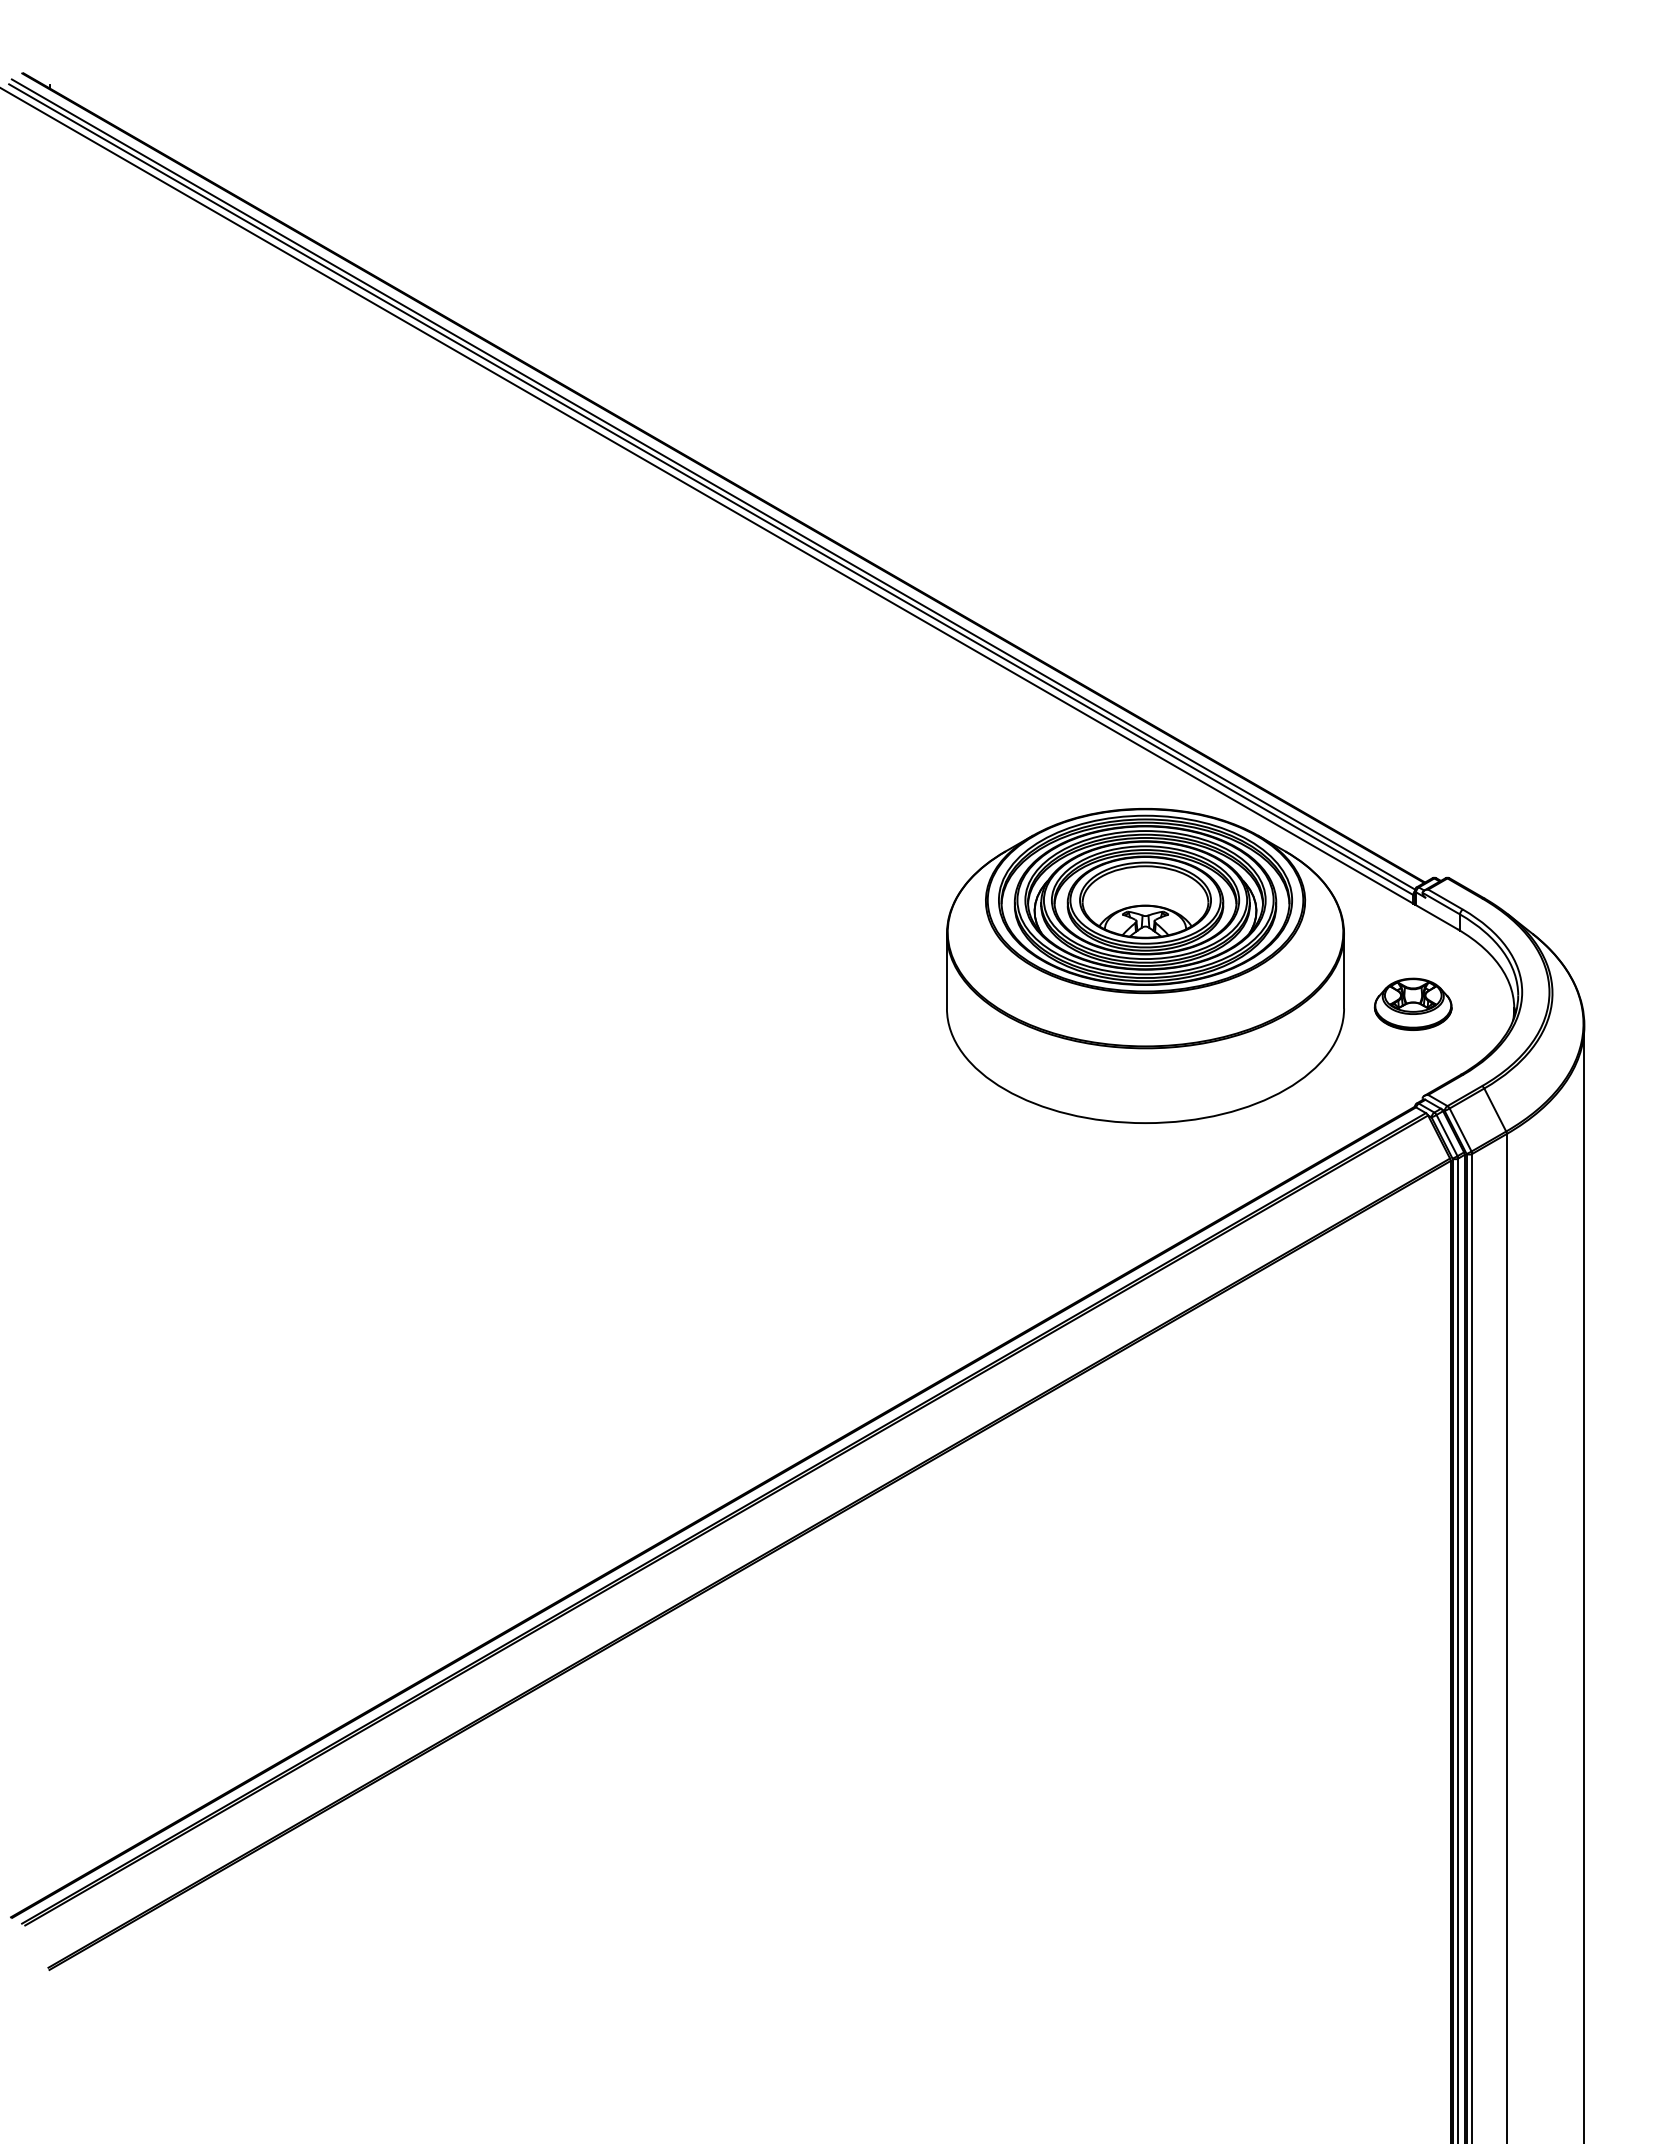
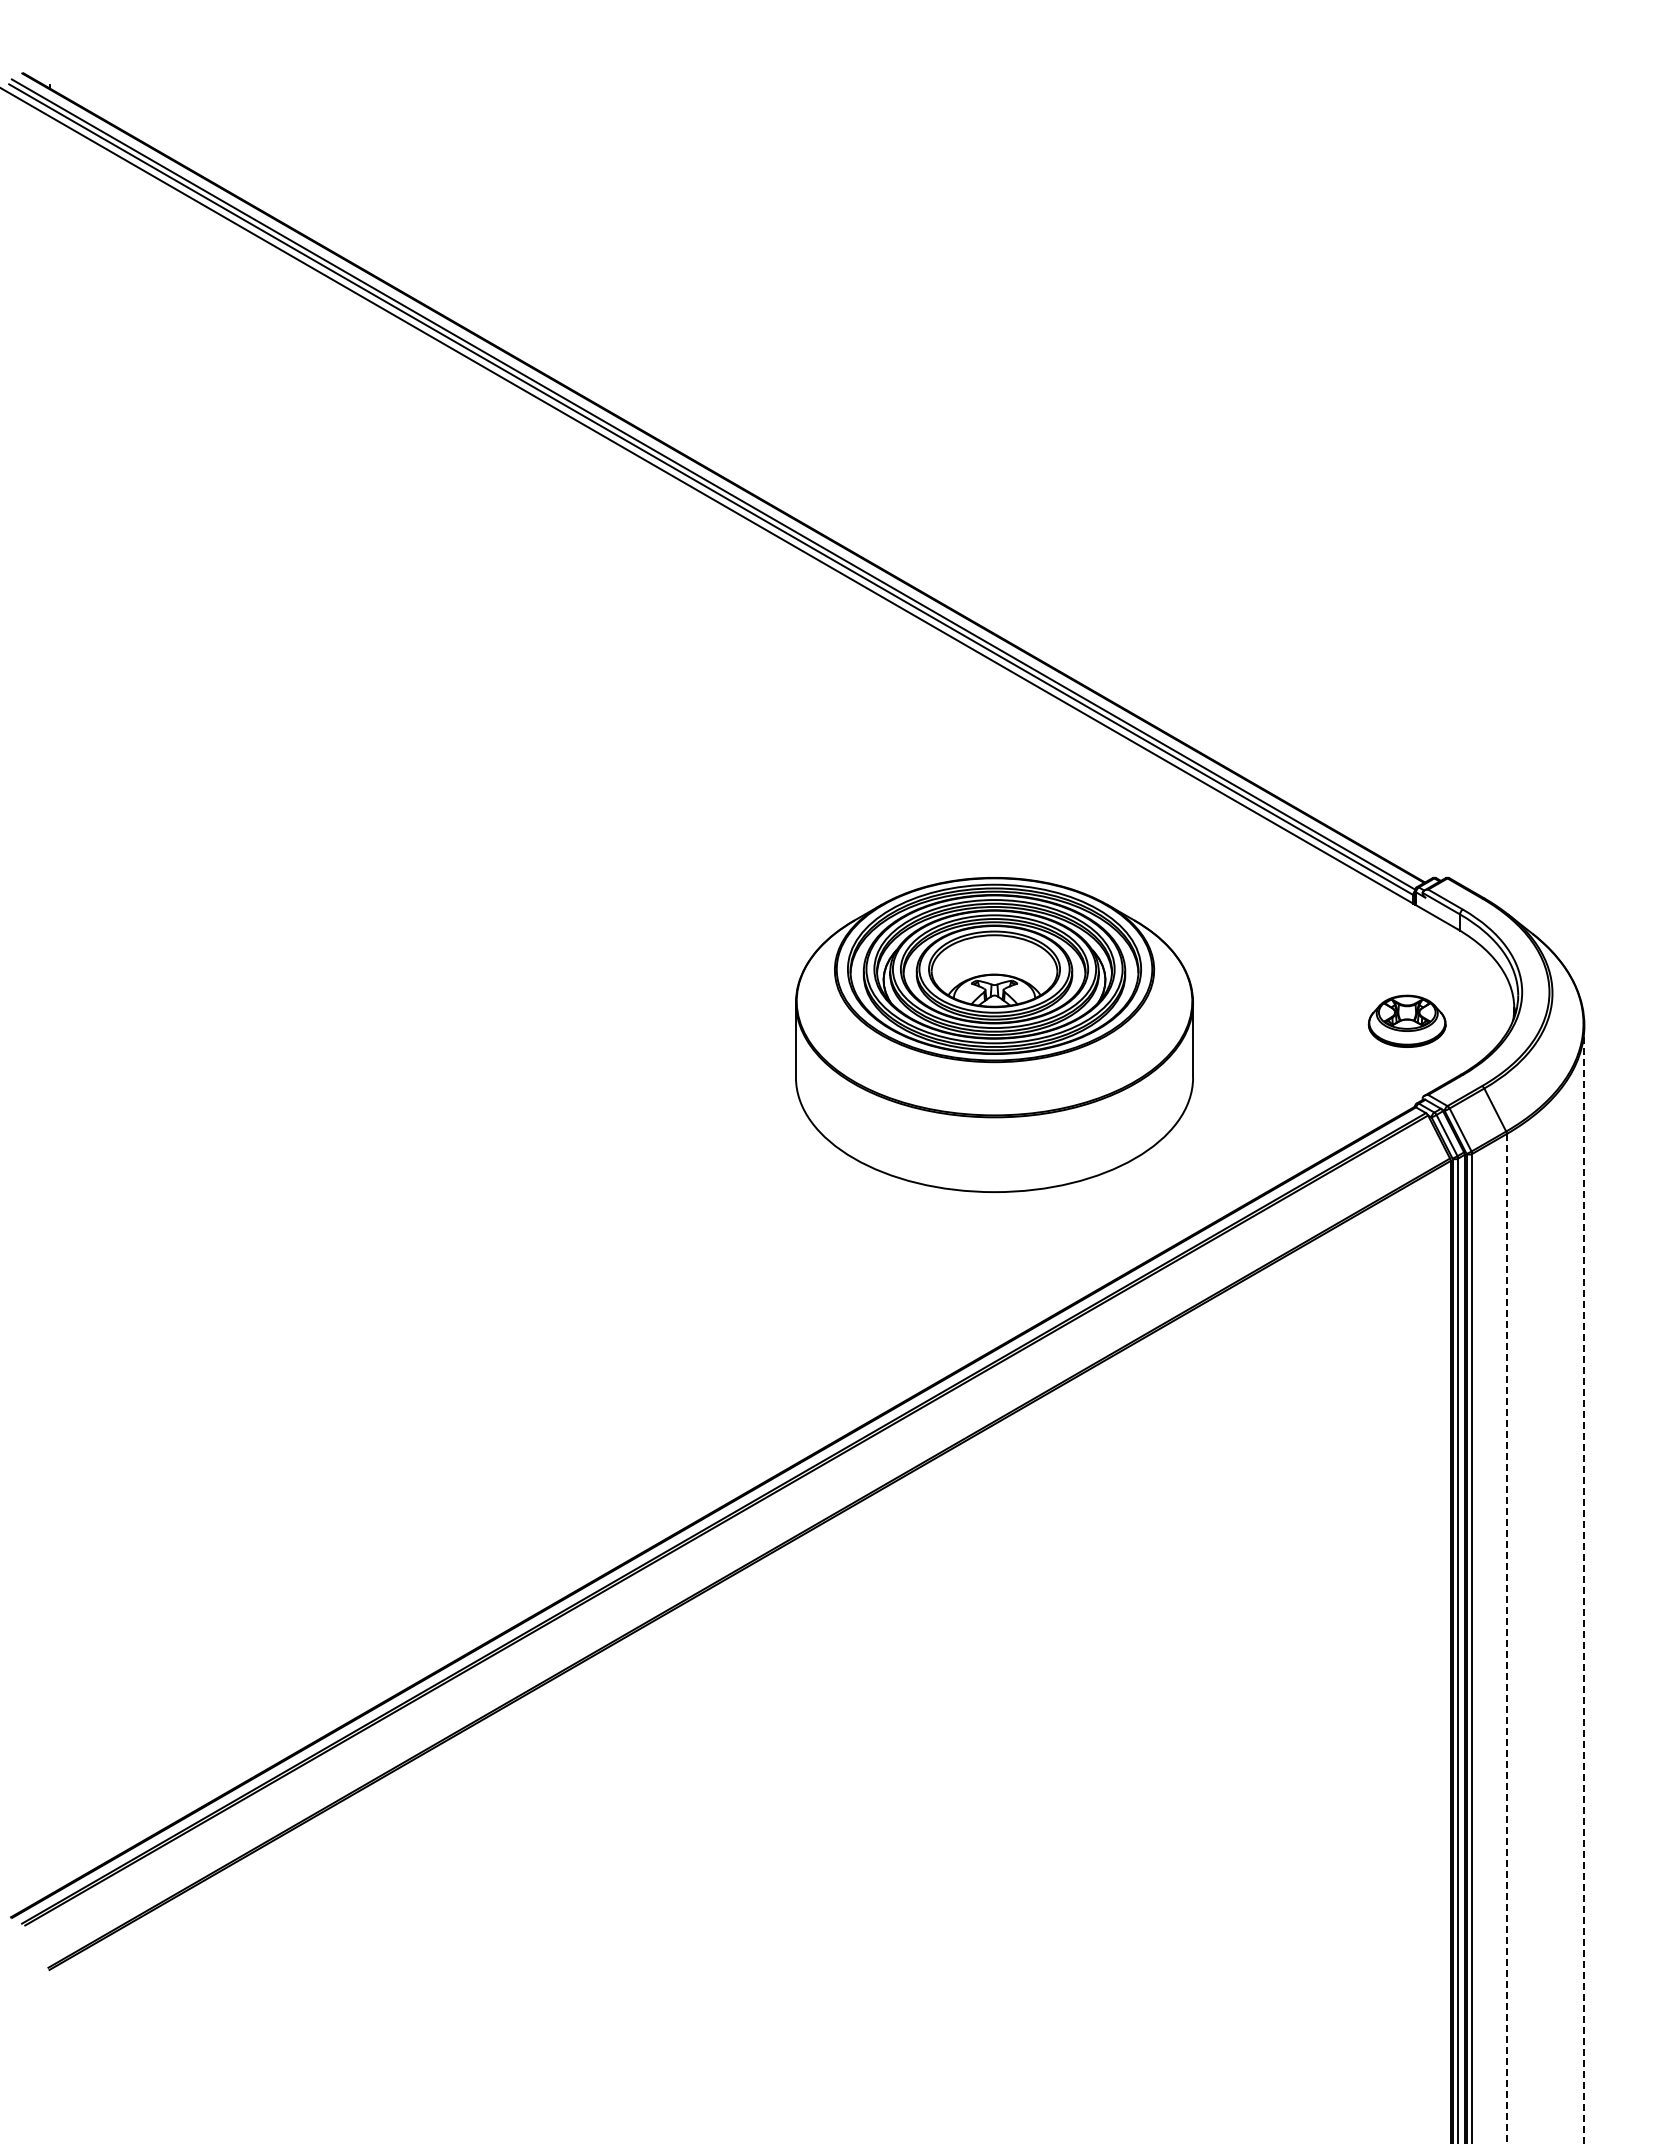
part at (1145, 965) position: (1145, 965) -> (994, 1034)
part at (1412, 1003) position: (1412, 1003) -> (1406, 1020)
line at (1584, 1584): solid -> dashed
line at (1506, 1638): solid -> dashed
